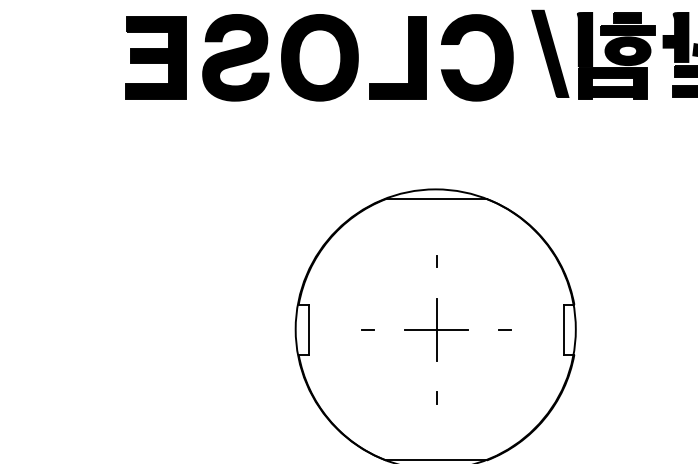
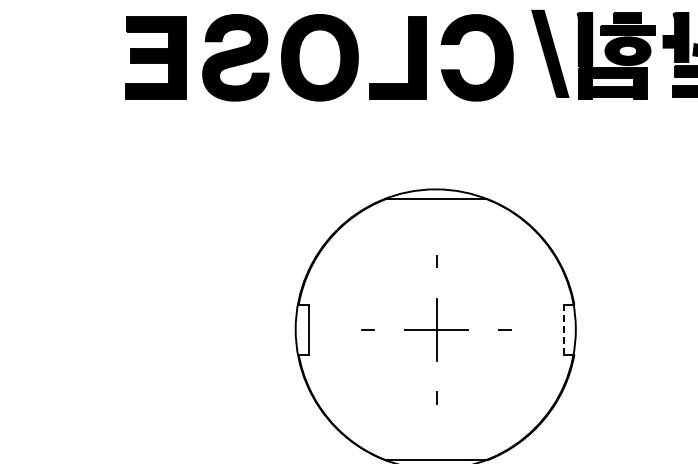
line at (564, 329): solid -> dashed
